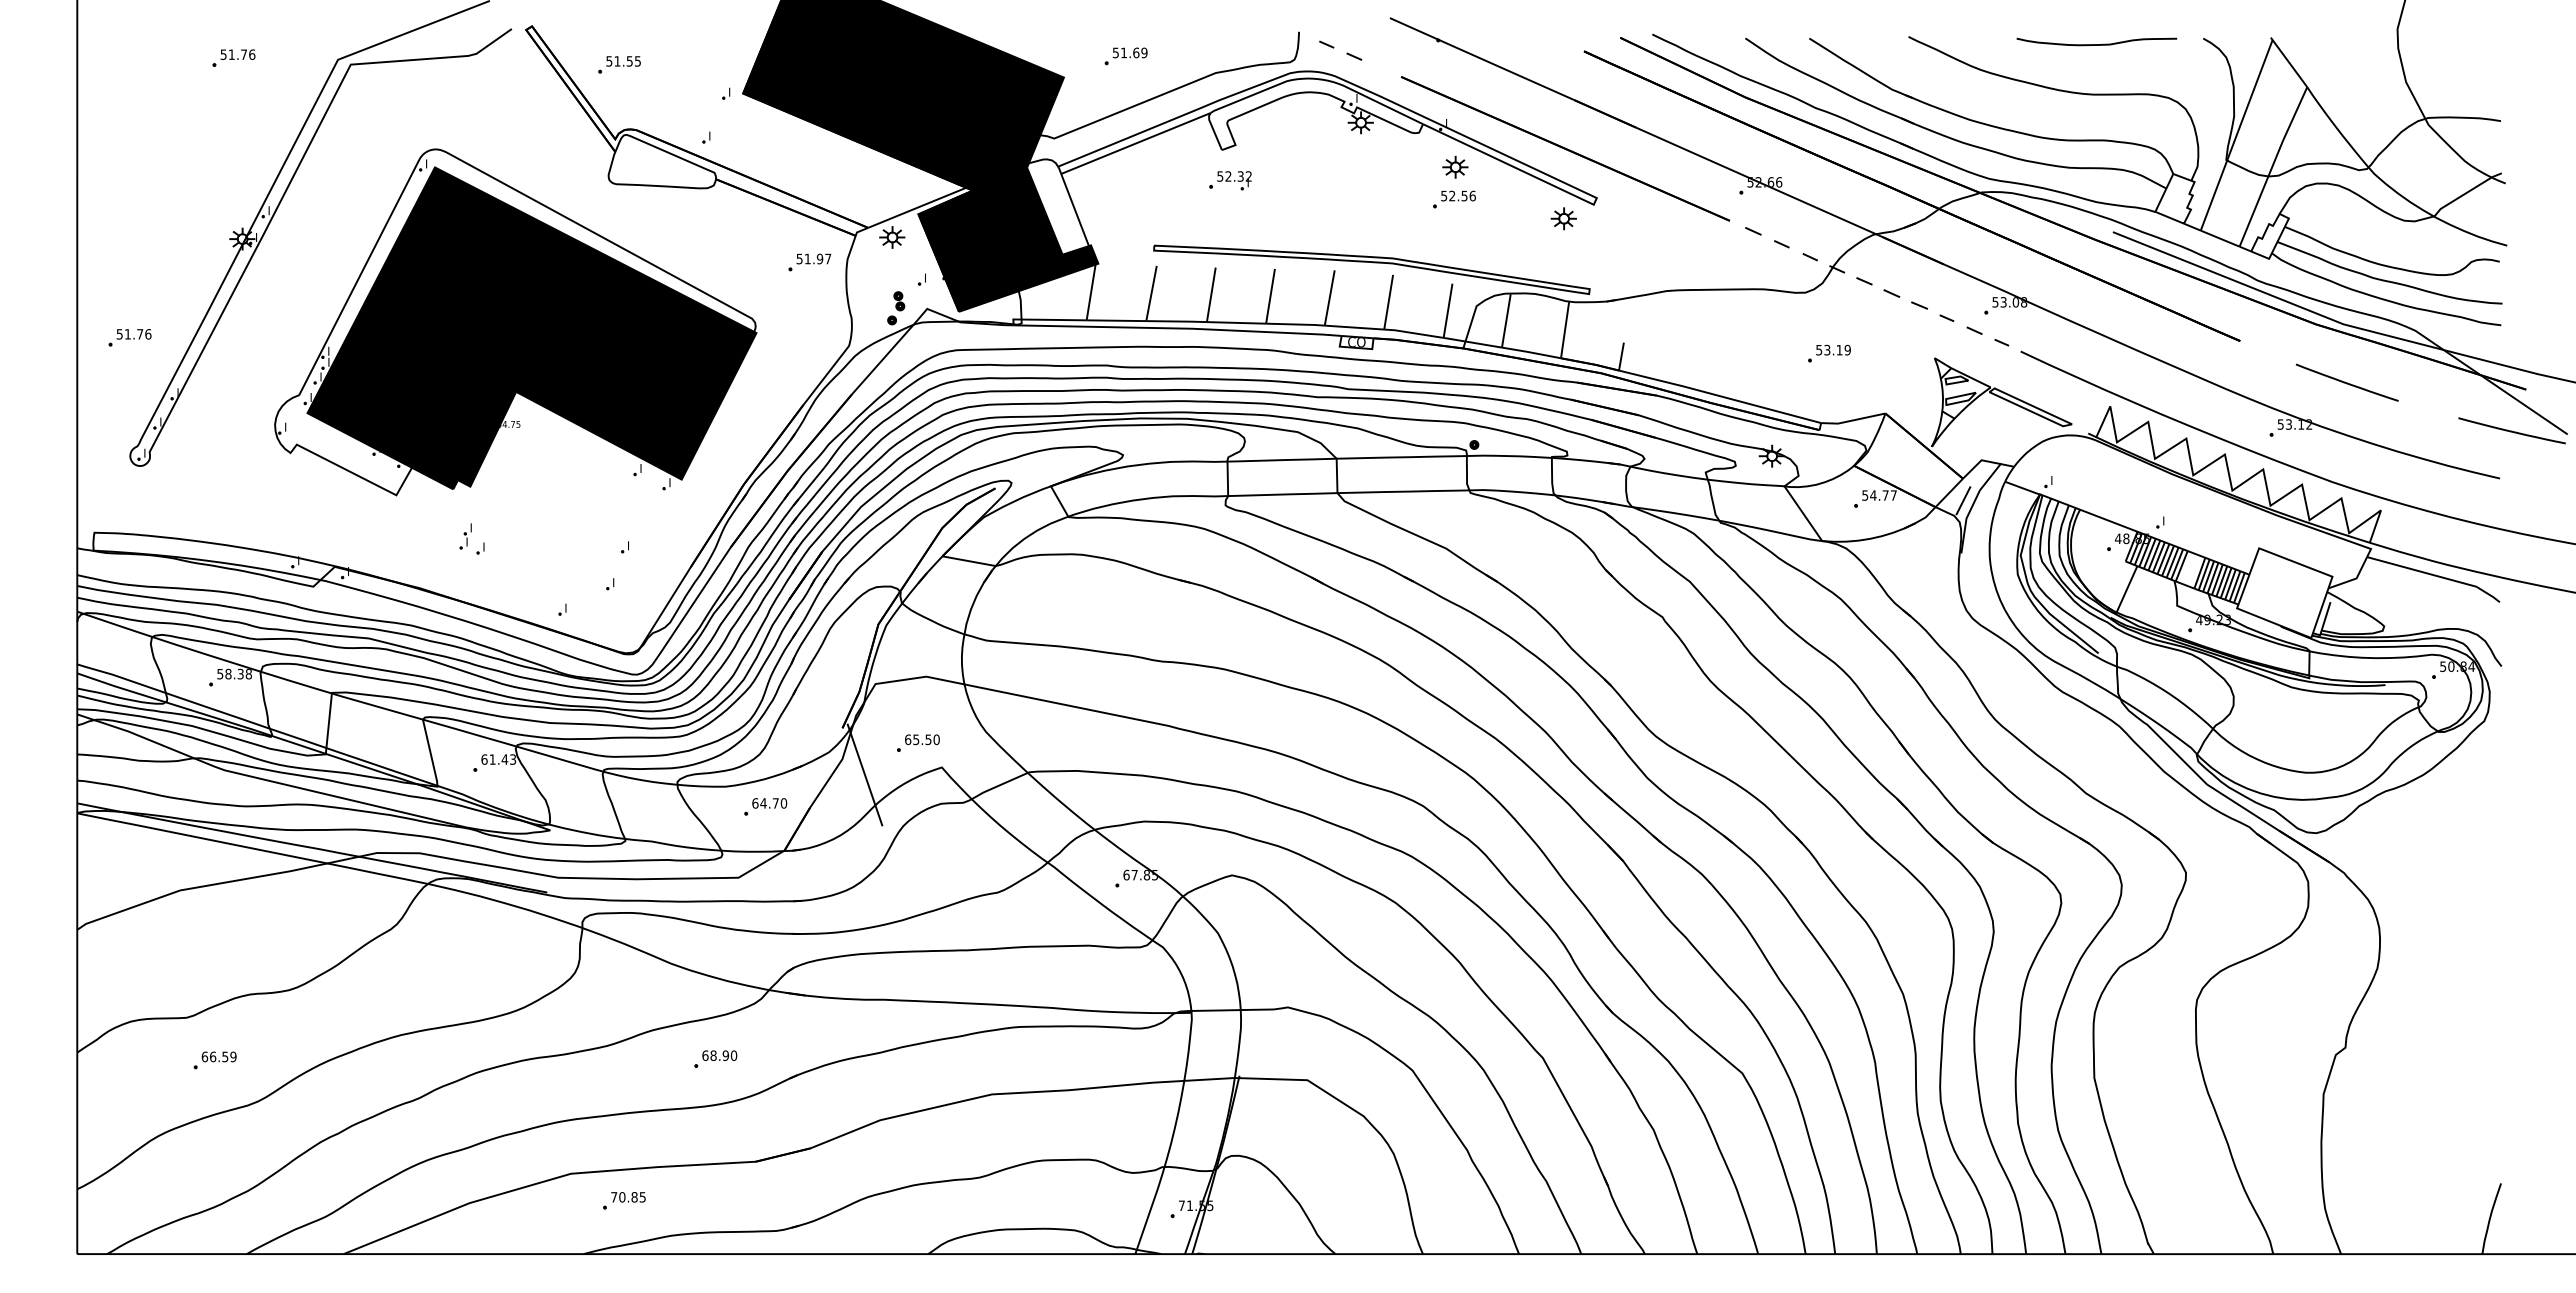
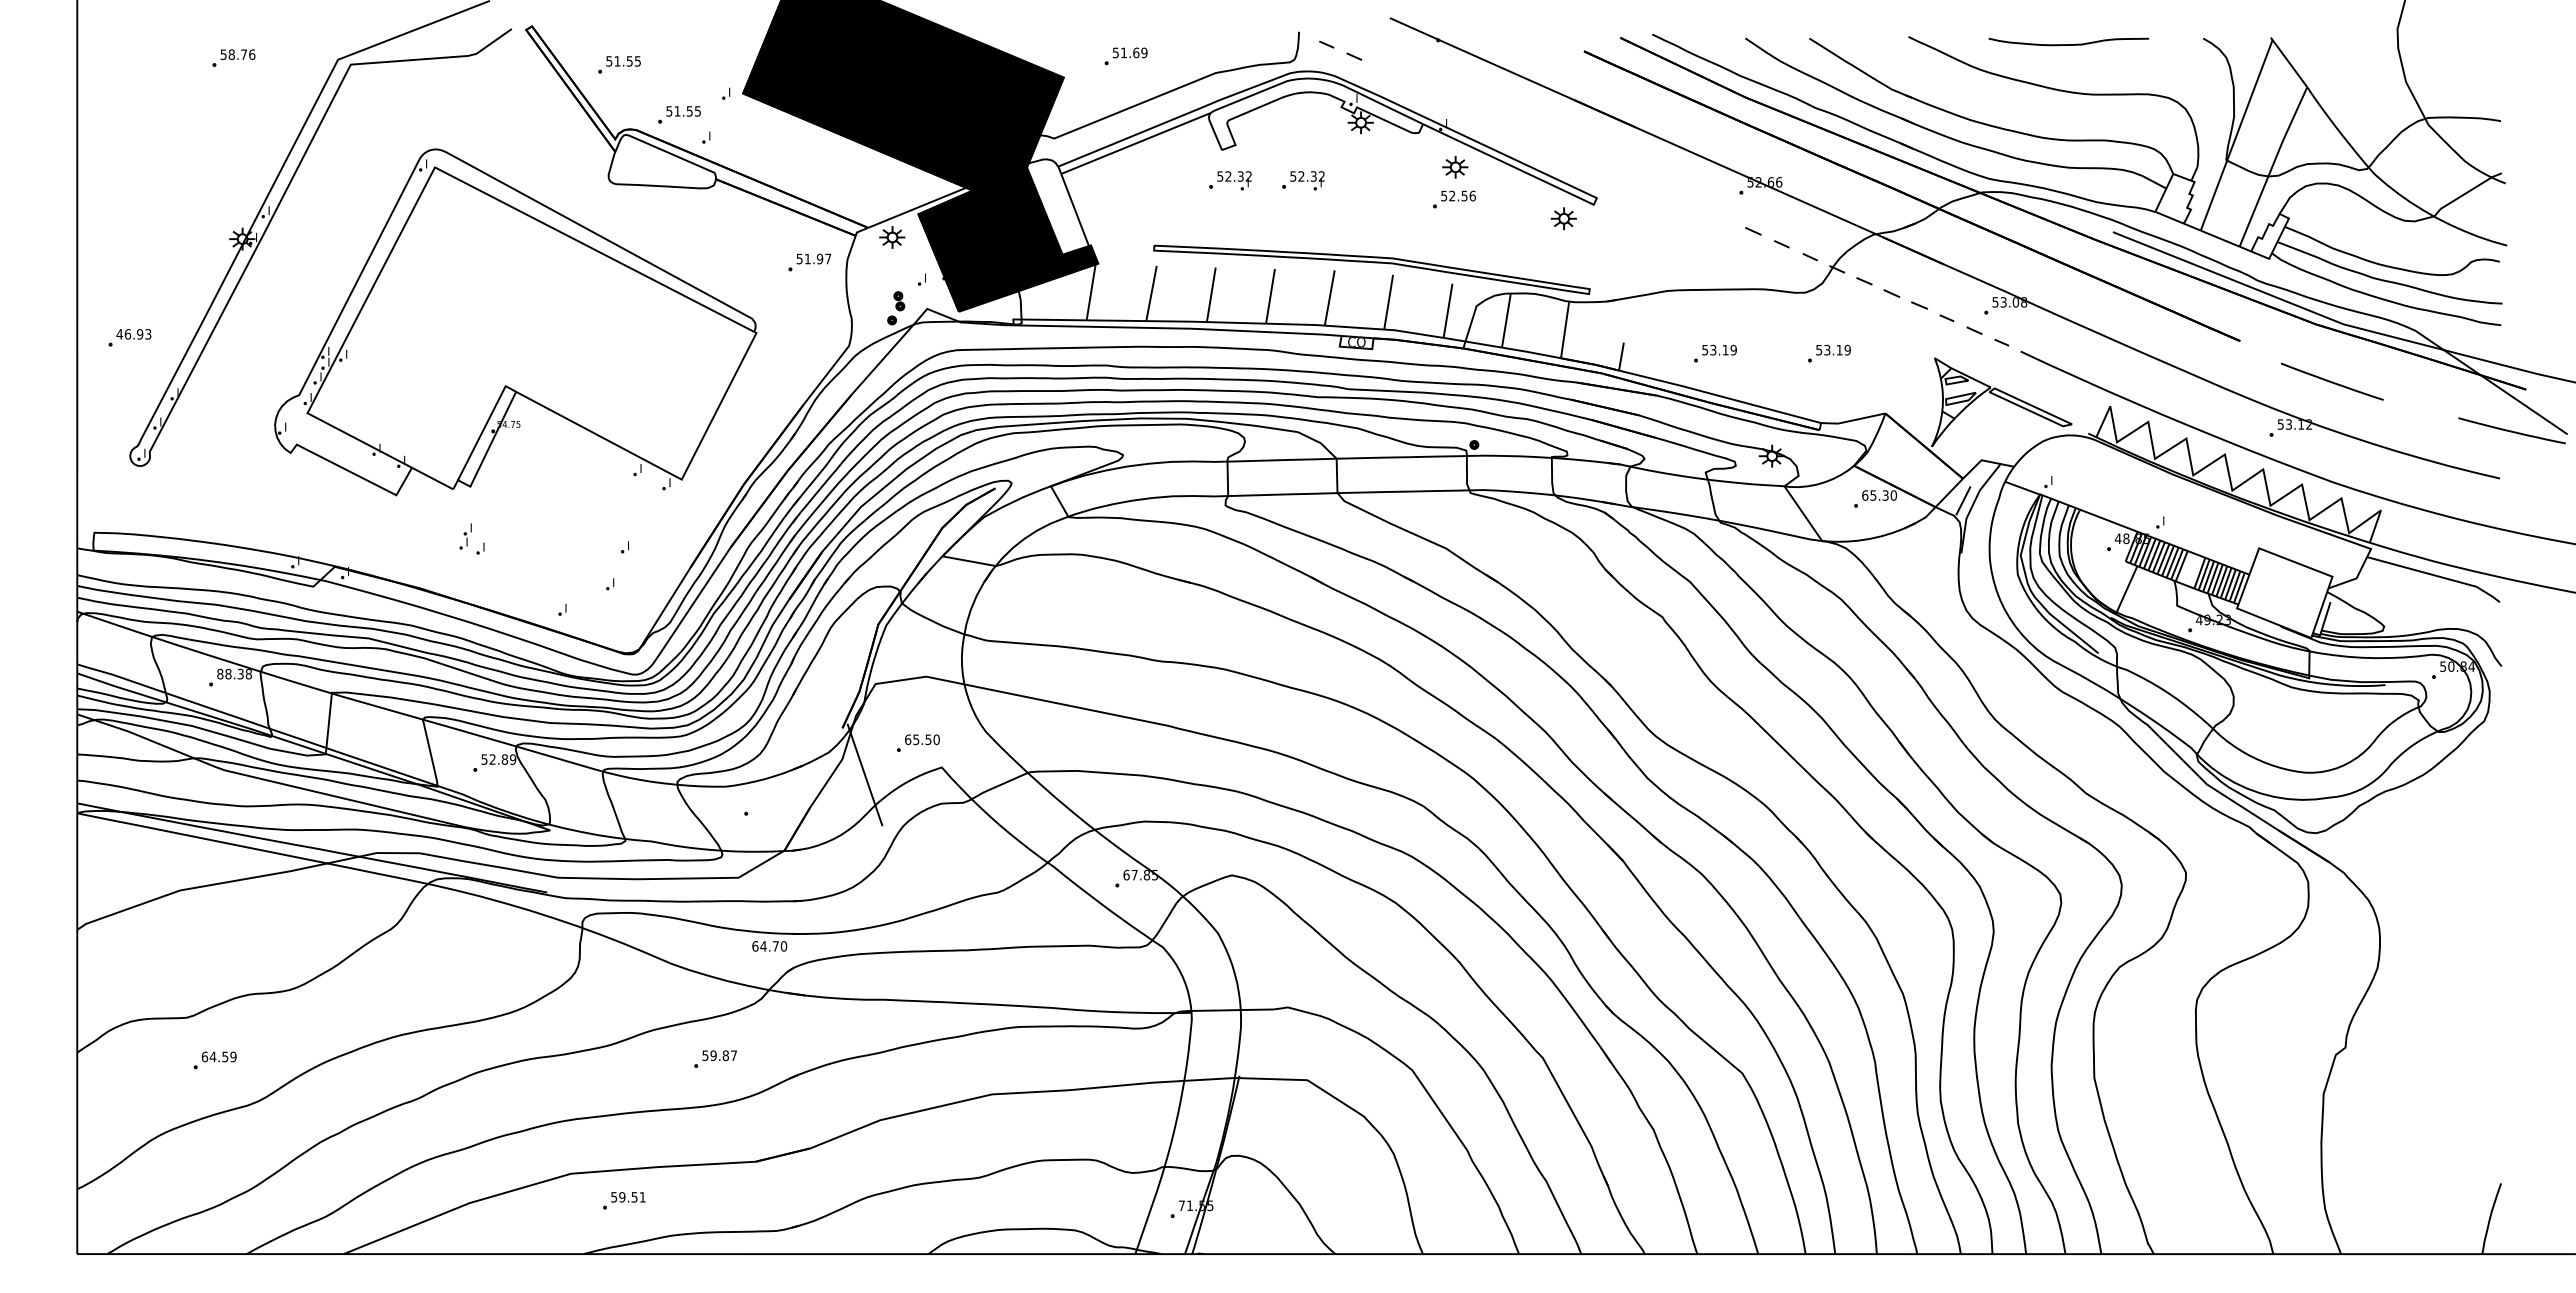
curve at (2096, 44) position: (2096, 44) -> (2068, 44)
text at (231, 54): 51.76 -> 58.76
part at (679, 114): none -> present
line at (1565, 148): present -> none
part at (1303, 180): none -> present
fill at (531, 328): present -> none
text at (133, 334): 51.76 -> 46.93
part at (1715, 353): none -> present
line at (2347, 382) position: (2347, 382) -> (2332, 381)
text at (1879, 495): 54.77 -> 65.30
text at (220, 673): 58.38 -> 88.38
text at (498, 759): 61.43 -> 52.89
text at (769, 803) position: (769, 803) -> (769, 946)
text at (719, 1055): 68.90 -> 59.87
text at (212, 1056): 66.59 -> 64.59
text at (628, 1197): 70.85 -> 59.51
